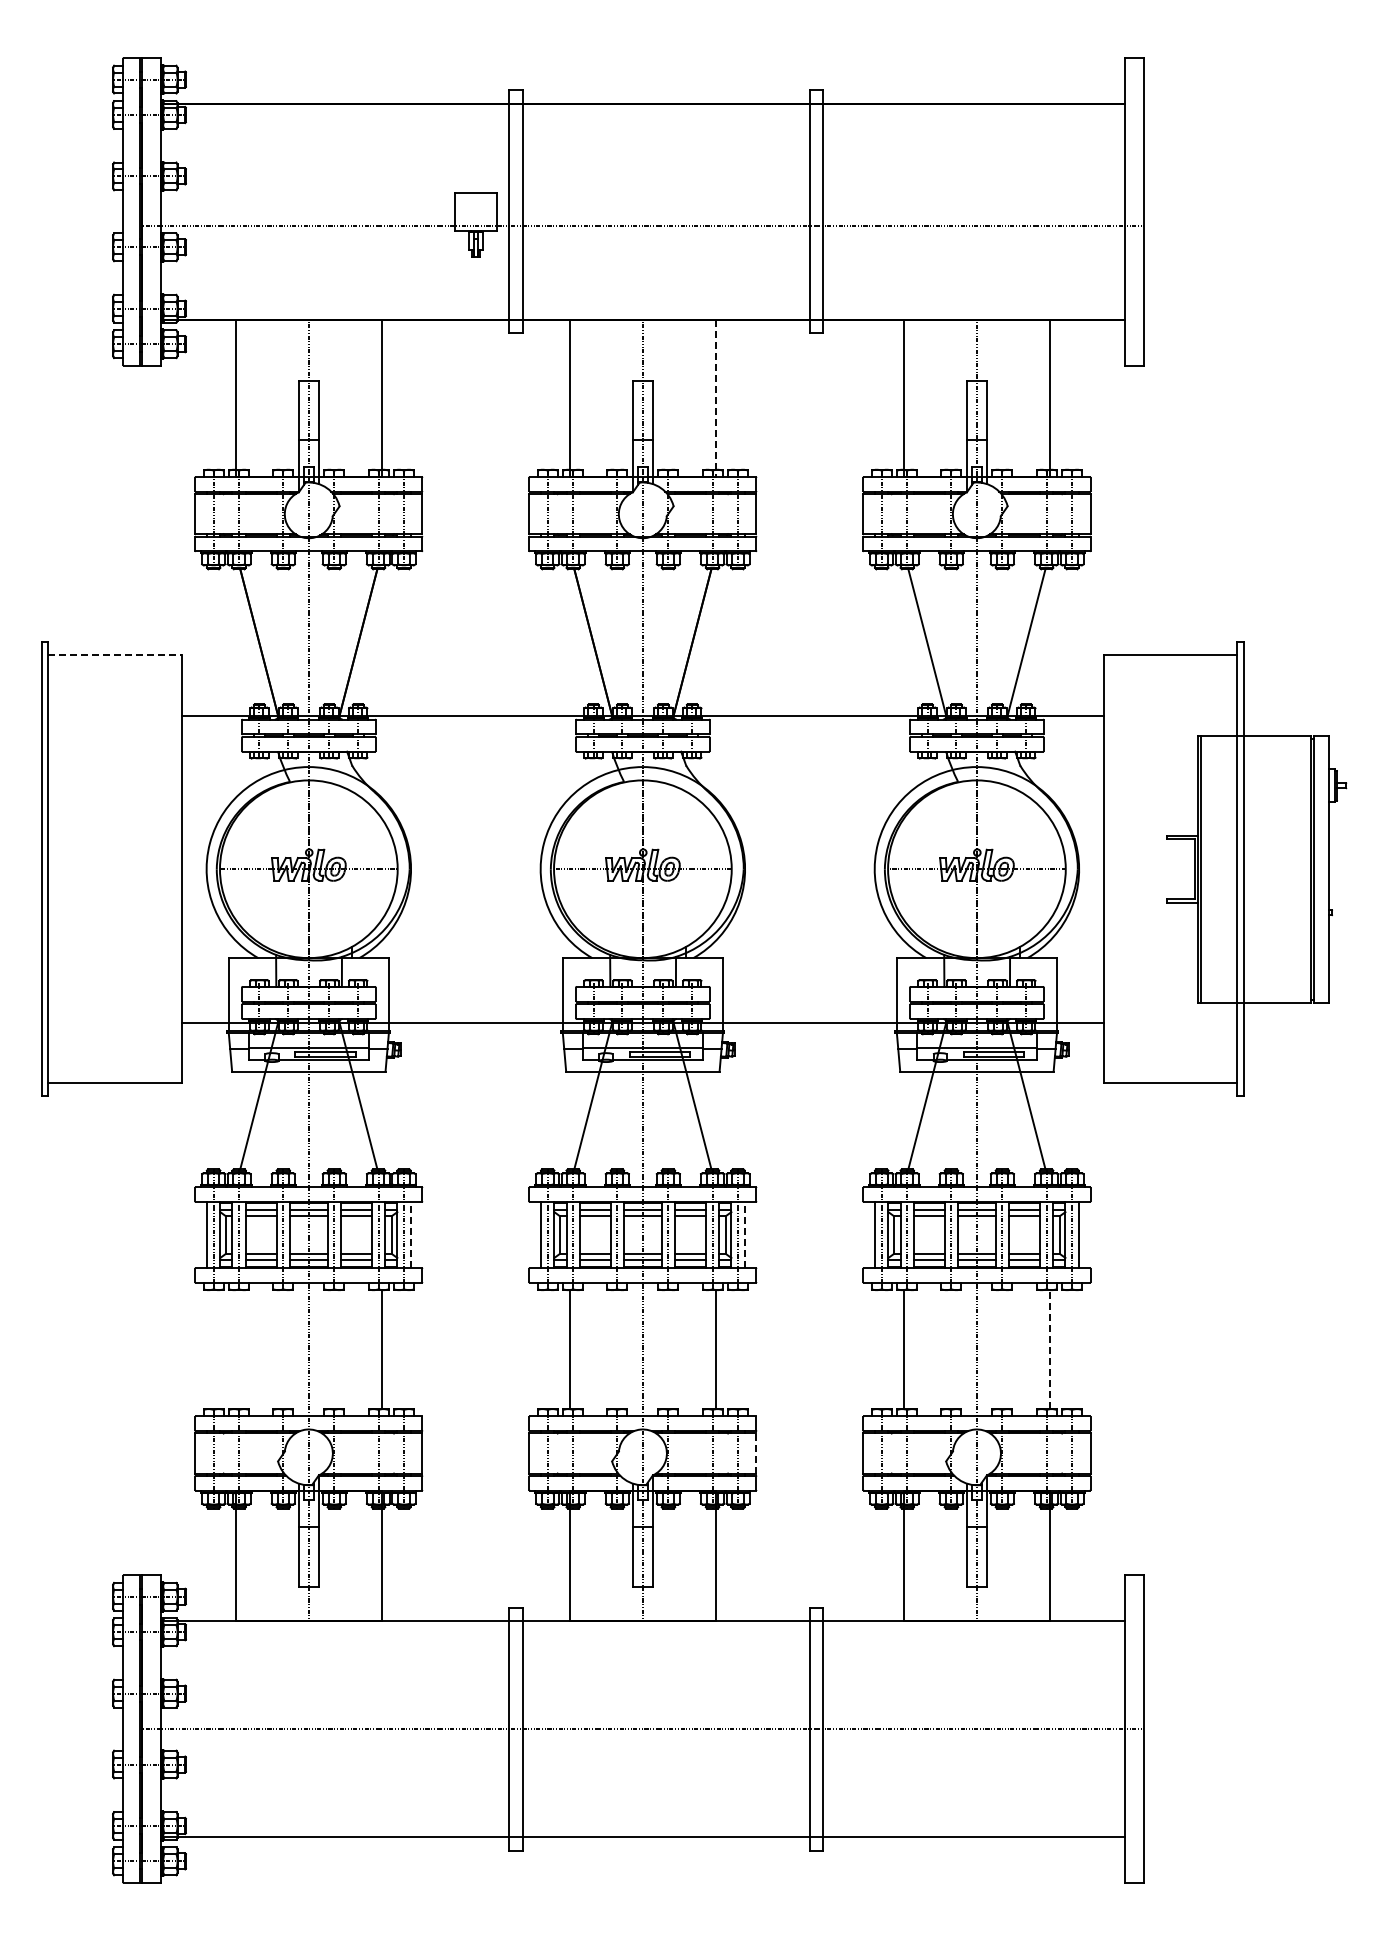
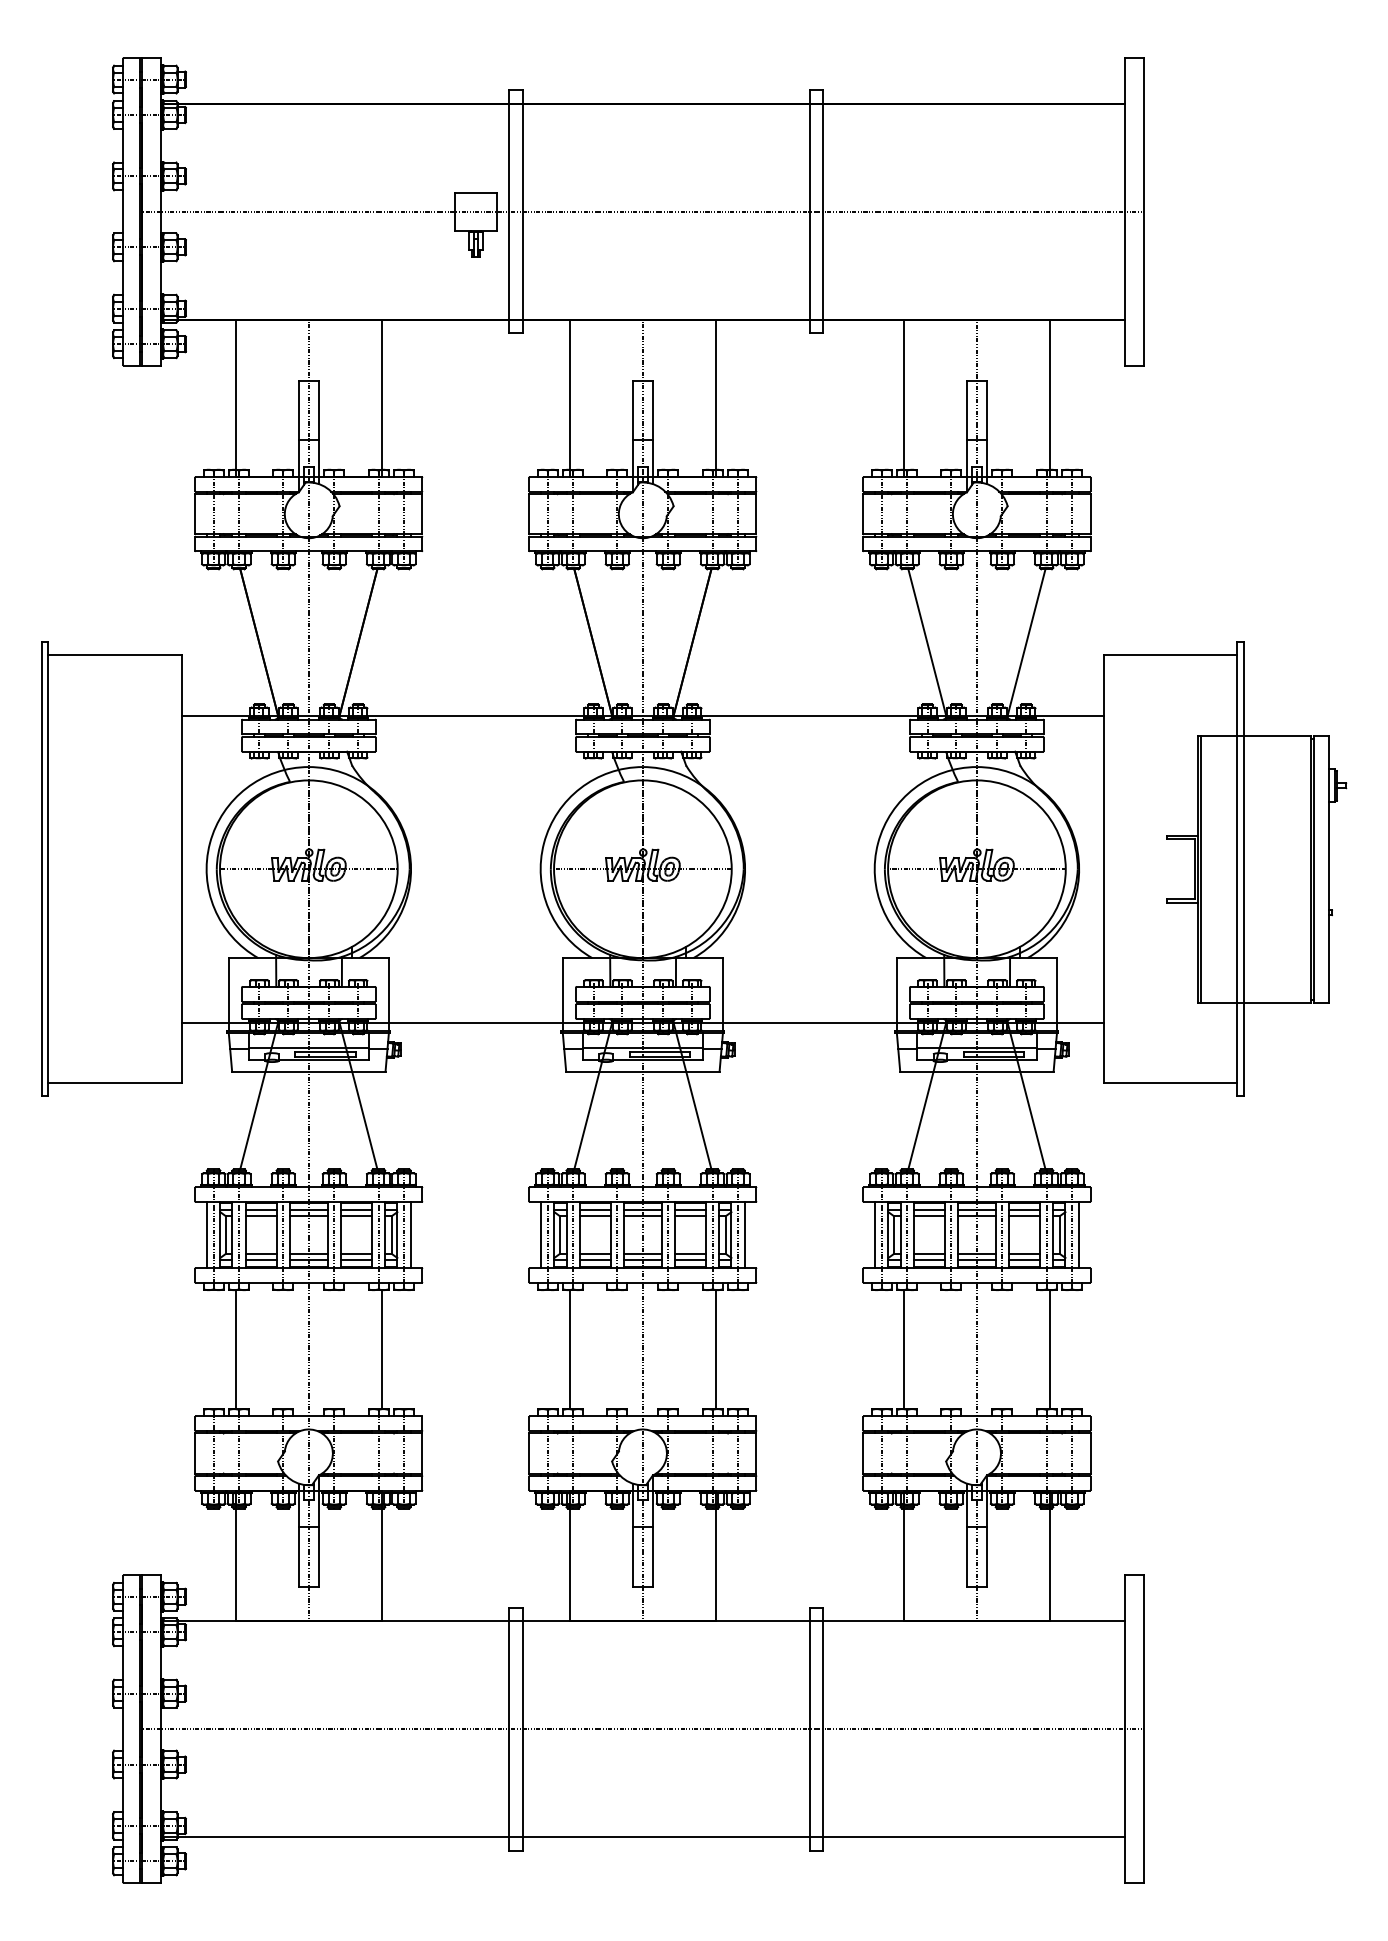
line at (642, 225) position: (642, 225) -> (642, 211)
line at (716, 398): dashed -> solid
line at (115, 655): dashed -> solid
line at (410, 1234): dashed -> solid
line at (744, 1234): dashed -> solid
line at (235, 1349): none -> present
line at (1050, 1349): dashed -> solid
line at (756, 1453): dashed -> solid
